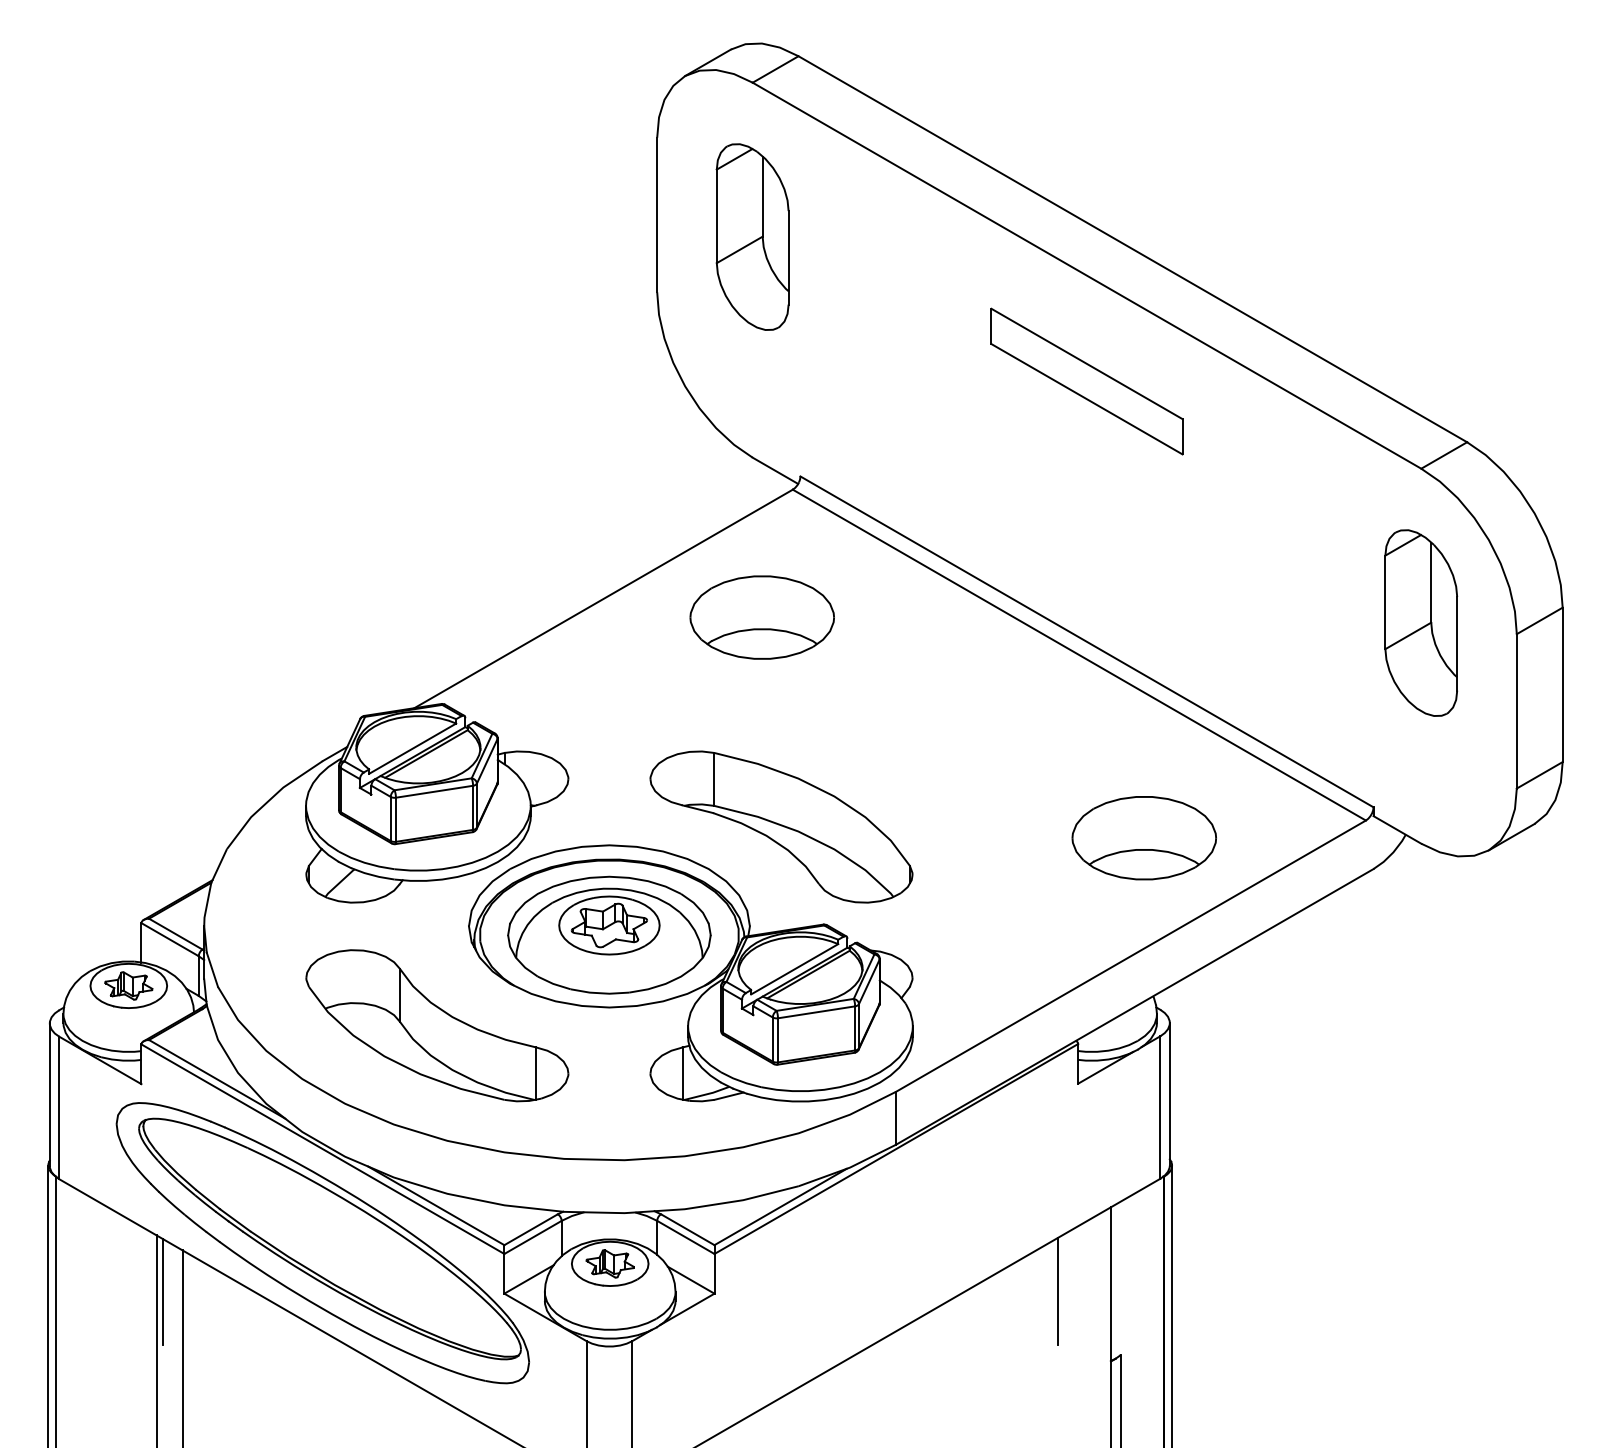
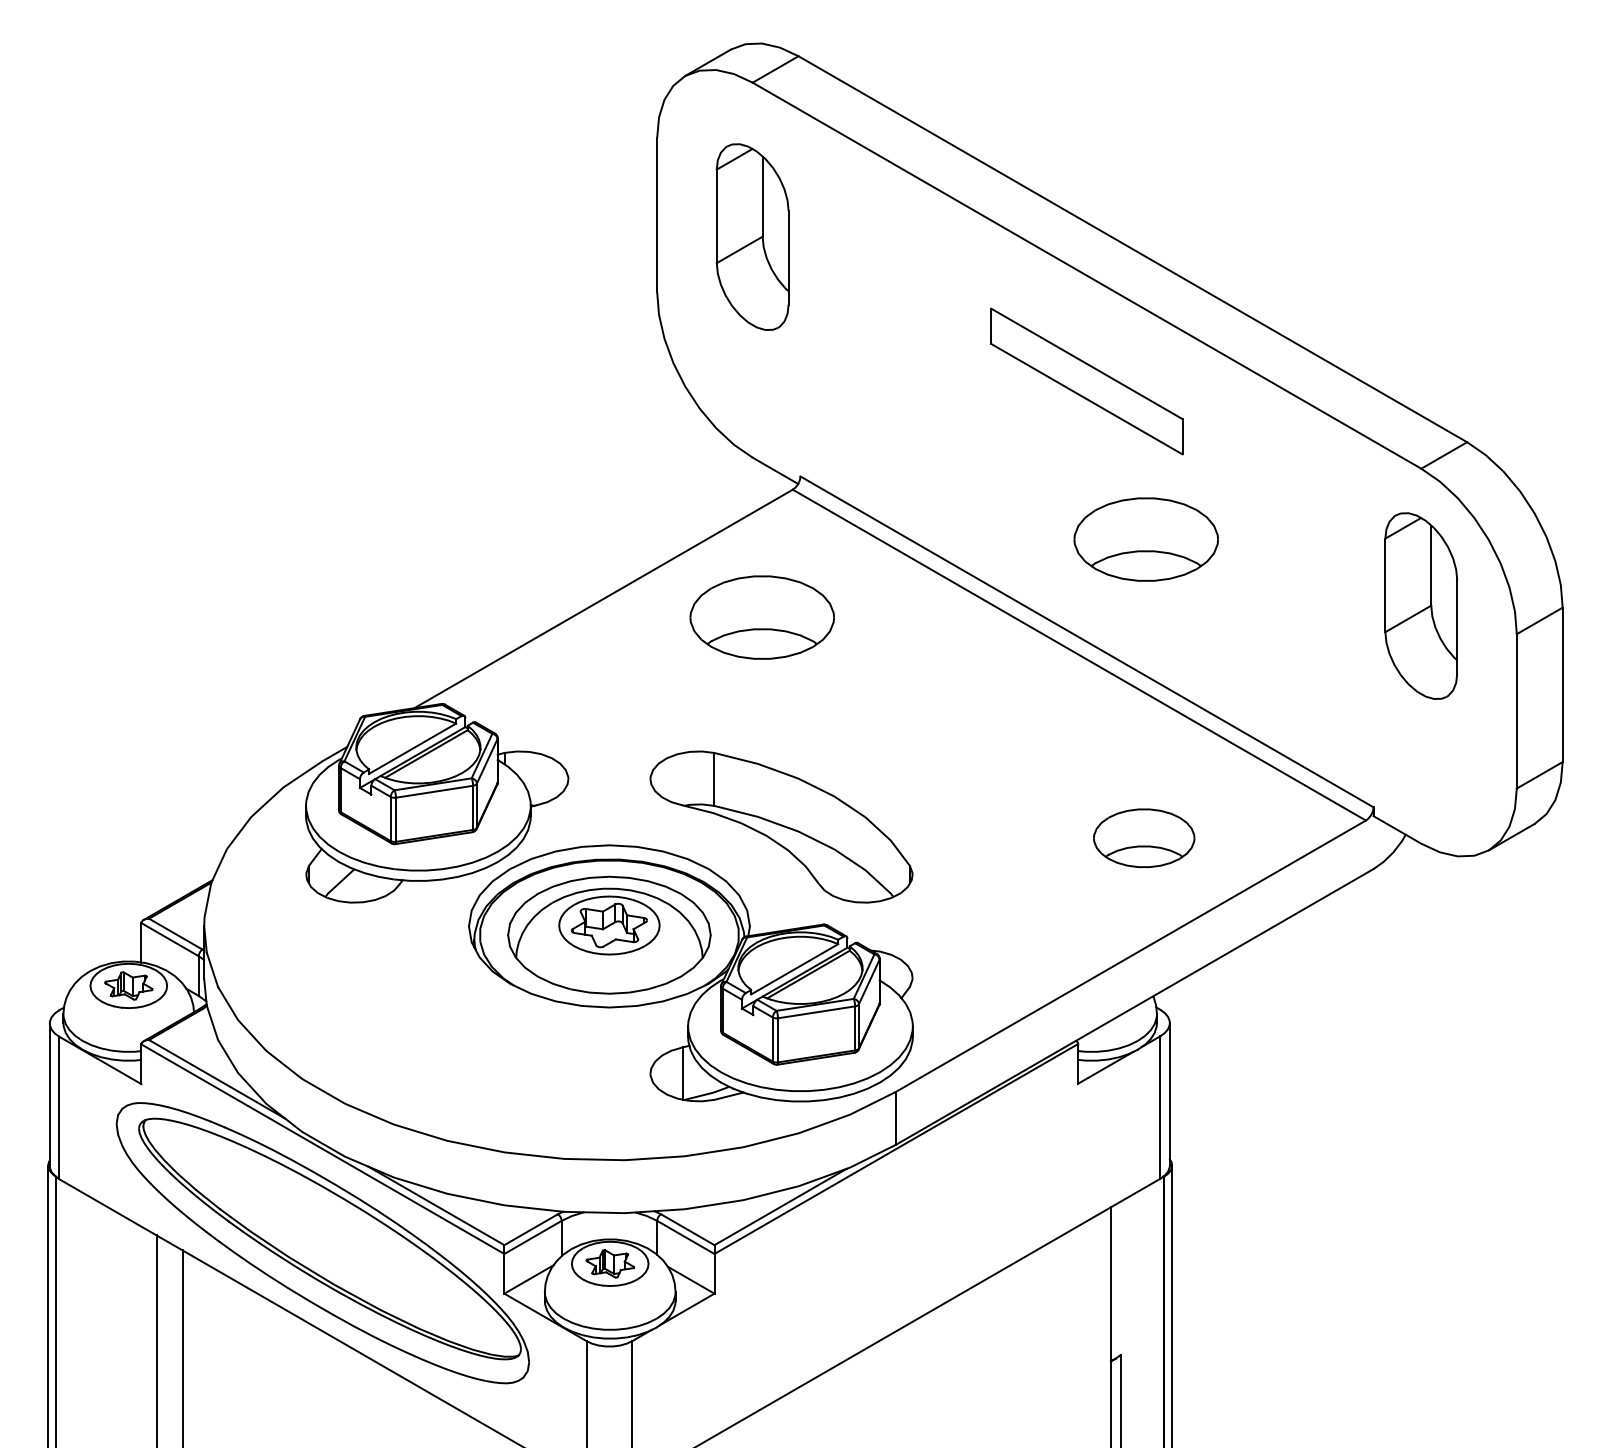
part at (1145, 539): none -> present
part at (1421, 622) position: (1421, 622) -> (1421, 605)
part at (1143, 838) size: 146x85 px -> 103x60 px
part at (437, 1025): present -> none
line at (162, 1291): present -> none
line at (1057, 1291): present -> none
